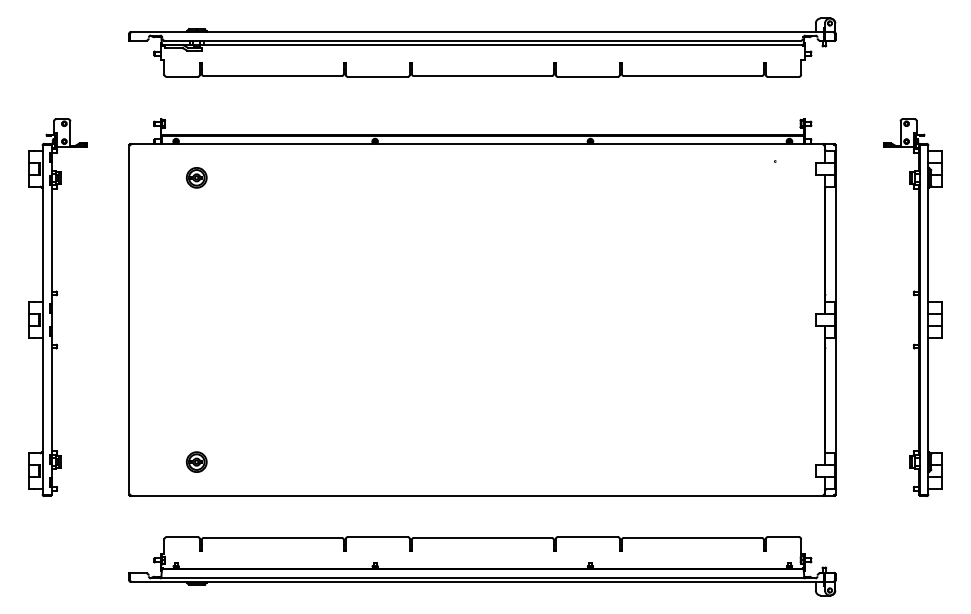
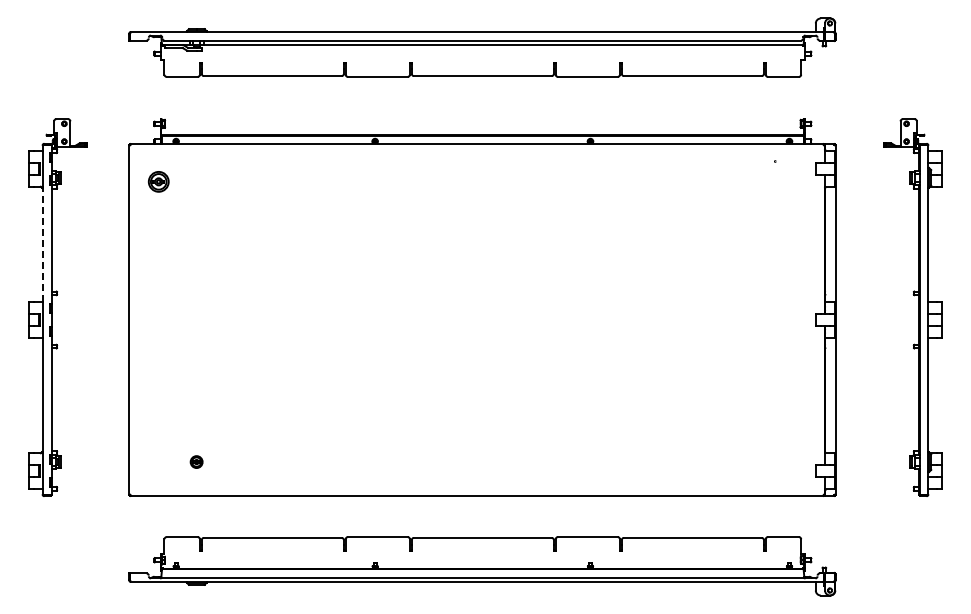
part at (196, 177) position: (196, 177) -> (158, 181)
line at (42, 244): solid -> dashed
part at (196, 461) size: 23x22 px -> 15x14 px
